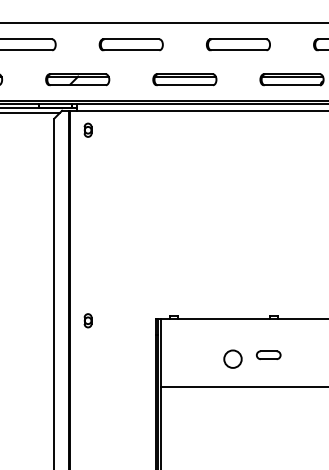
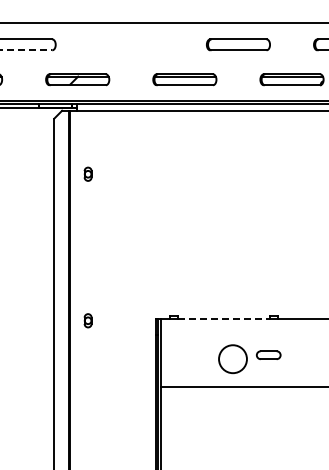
part at (130, 44): present -> none
line at (26, 50): solid -> dashed
line at (30, 113): present -> none
part at (87, 129) position: (87, 129) -> (87, 173)
line at (224, 318): solid -> dashed
circle at (232, 358) diameter: 17 px -> 28 px
